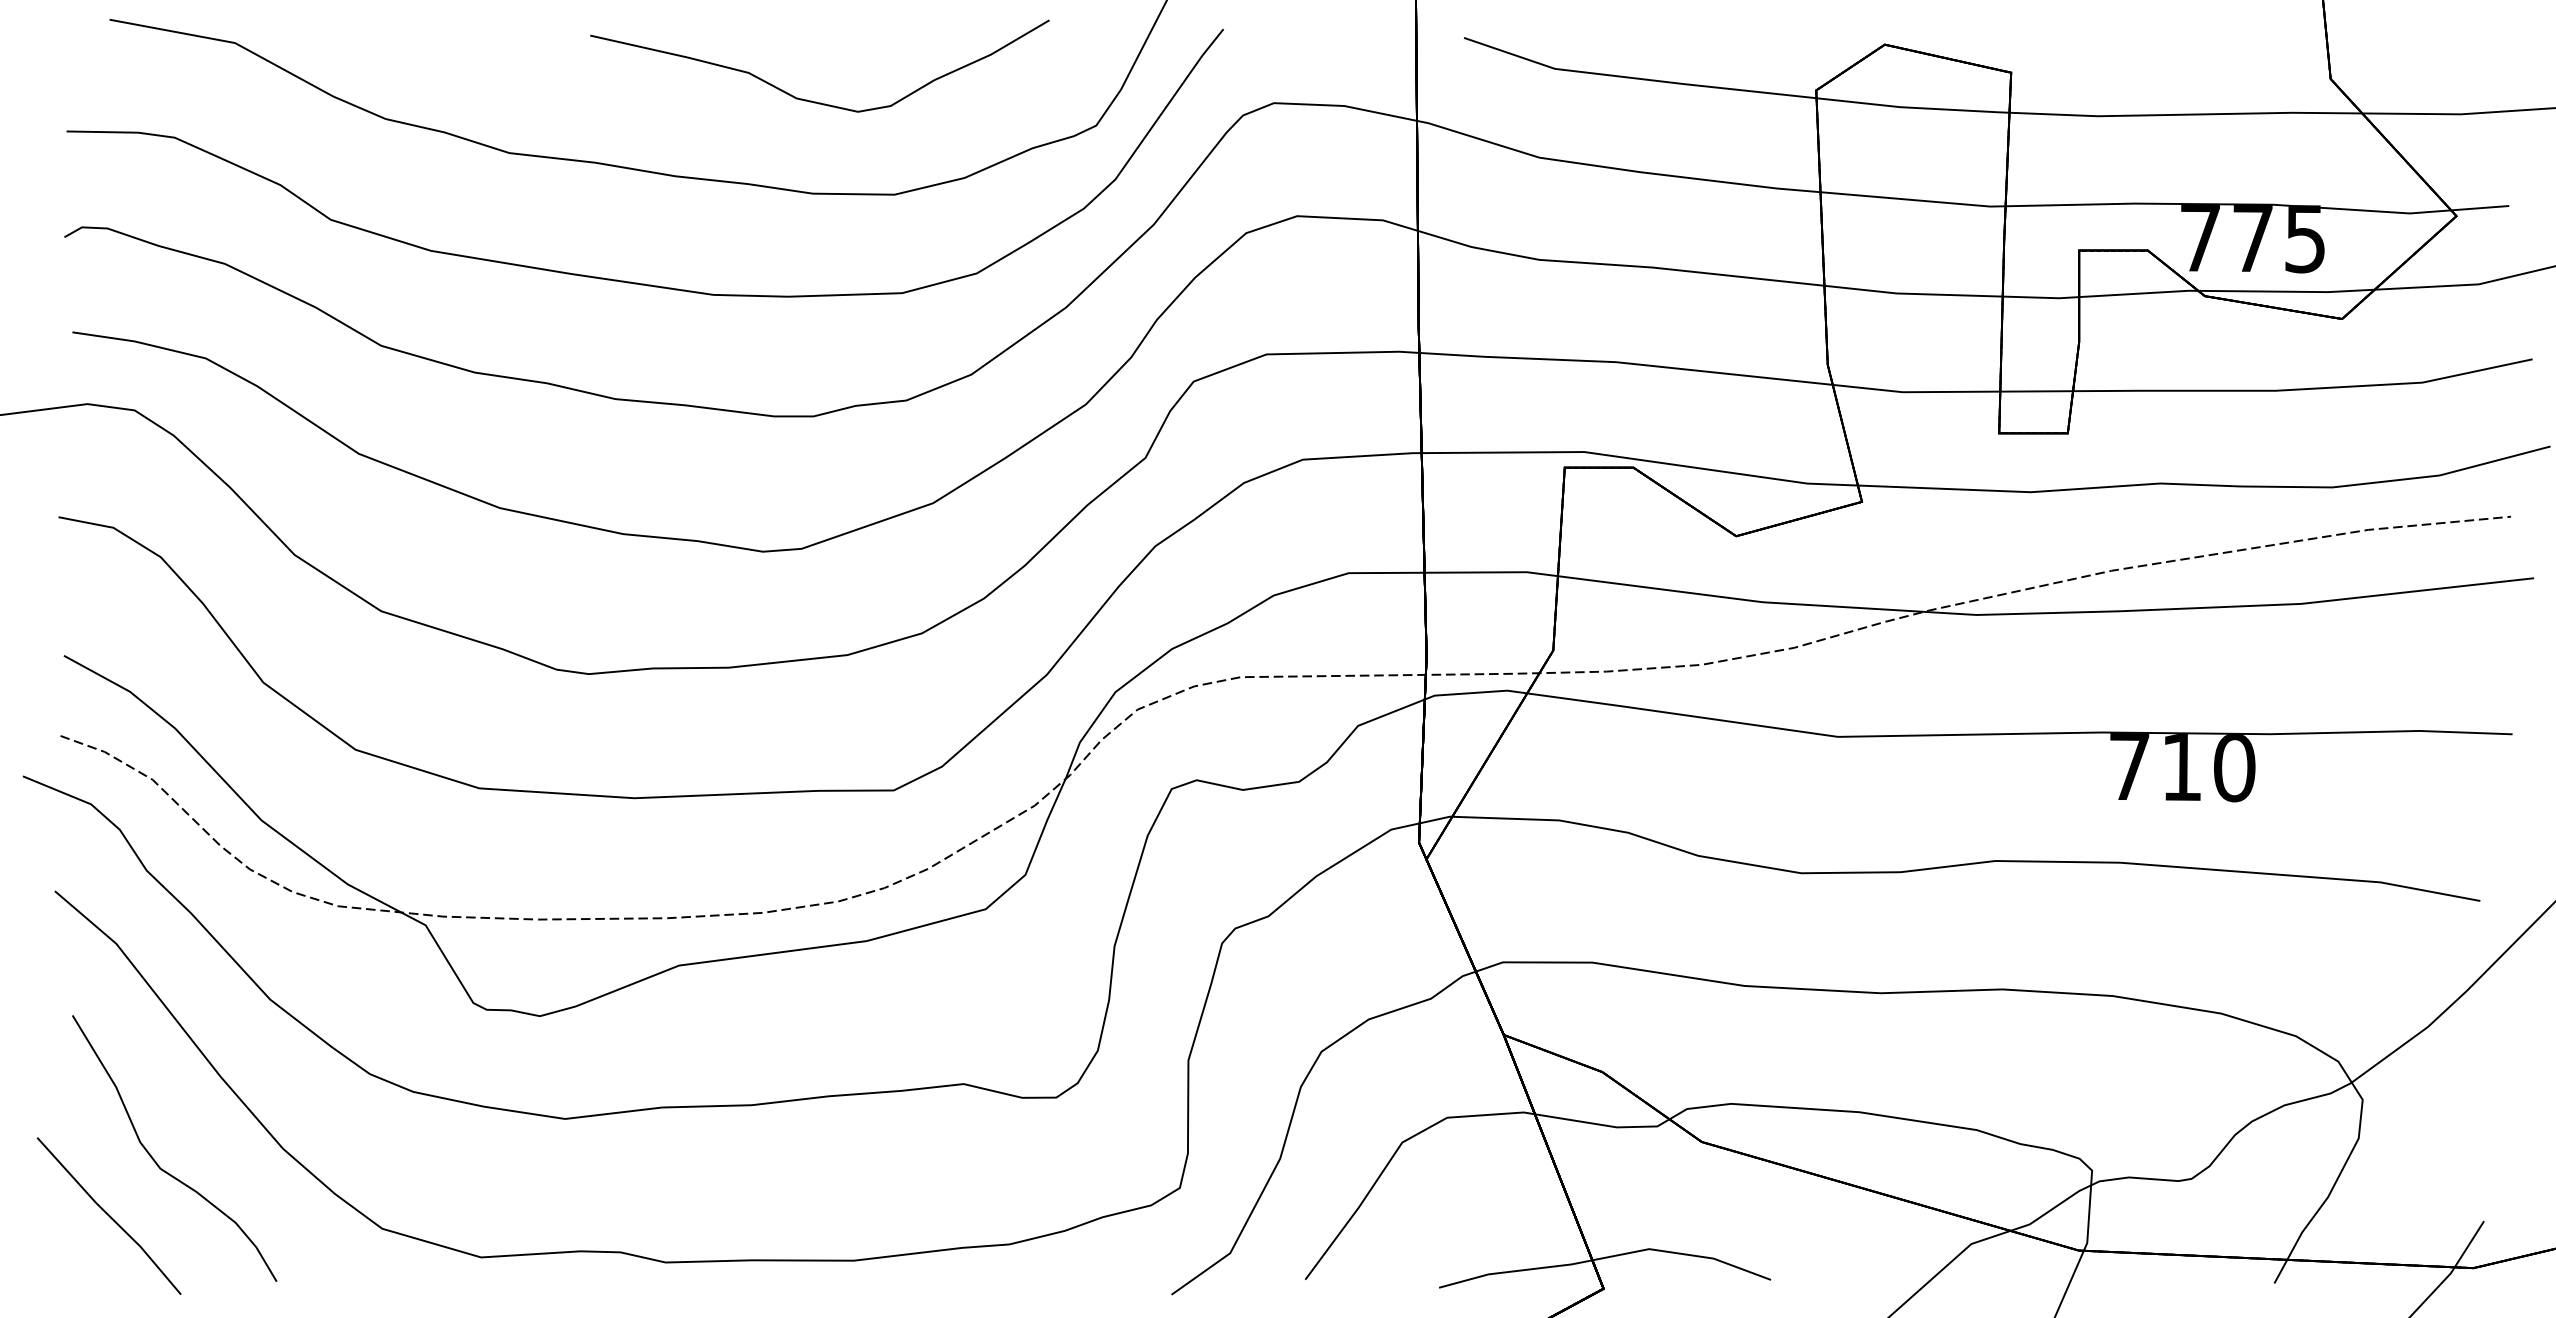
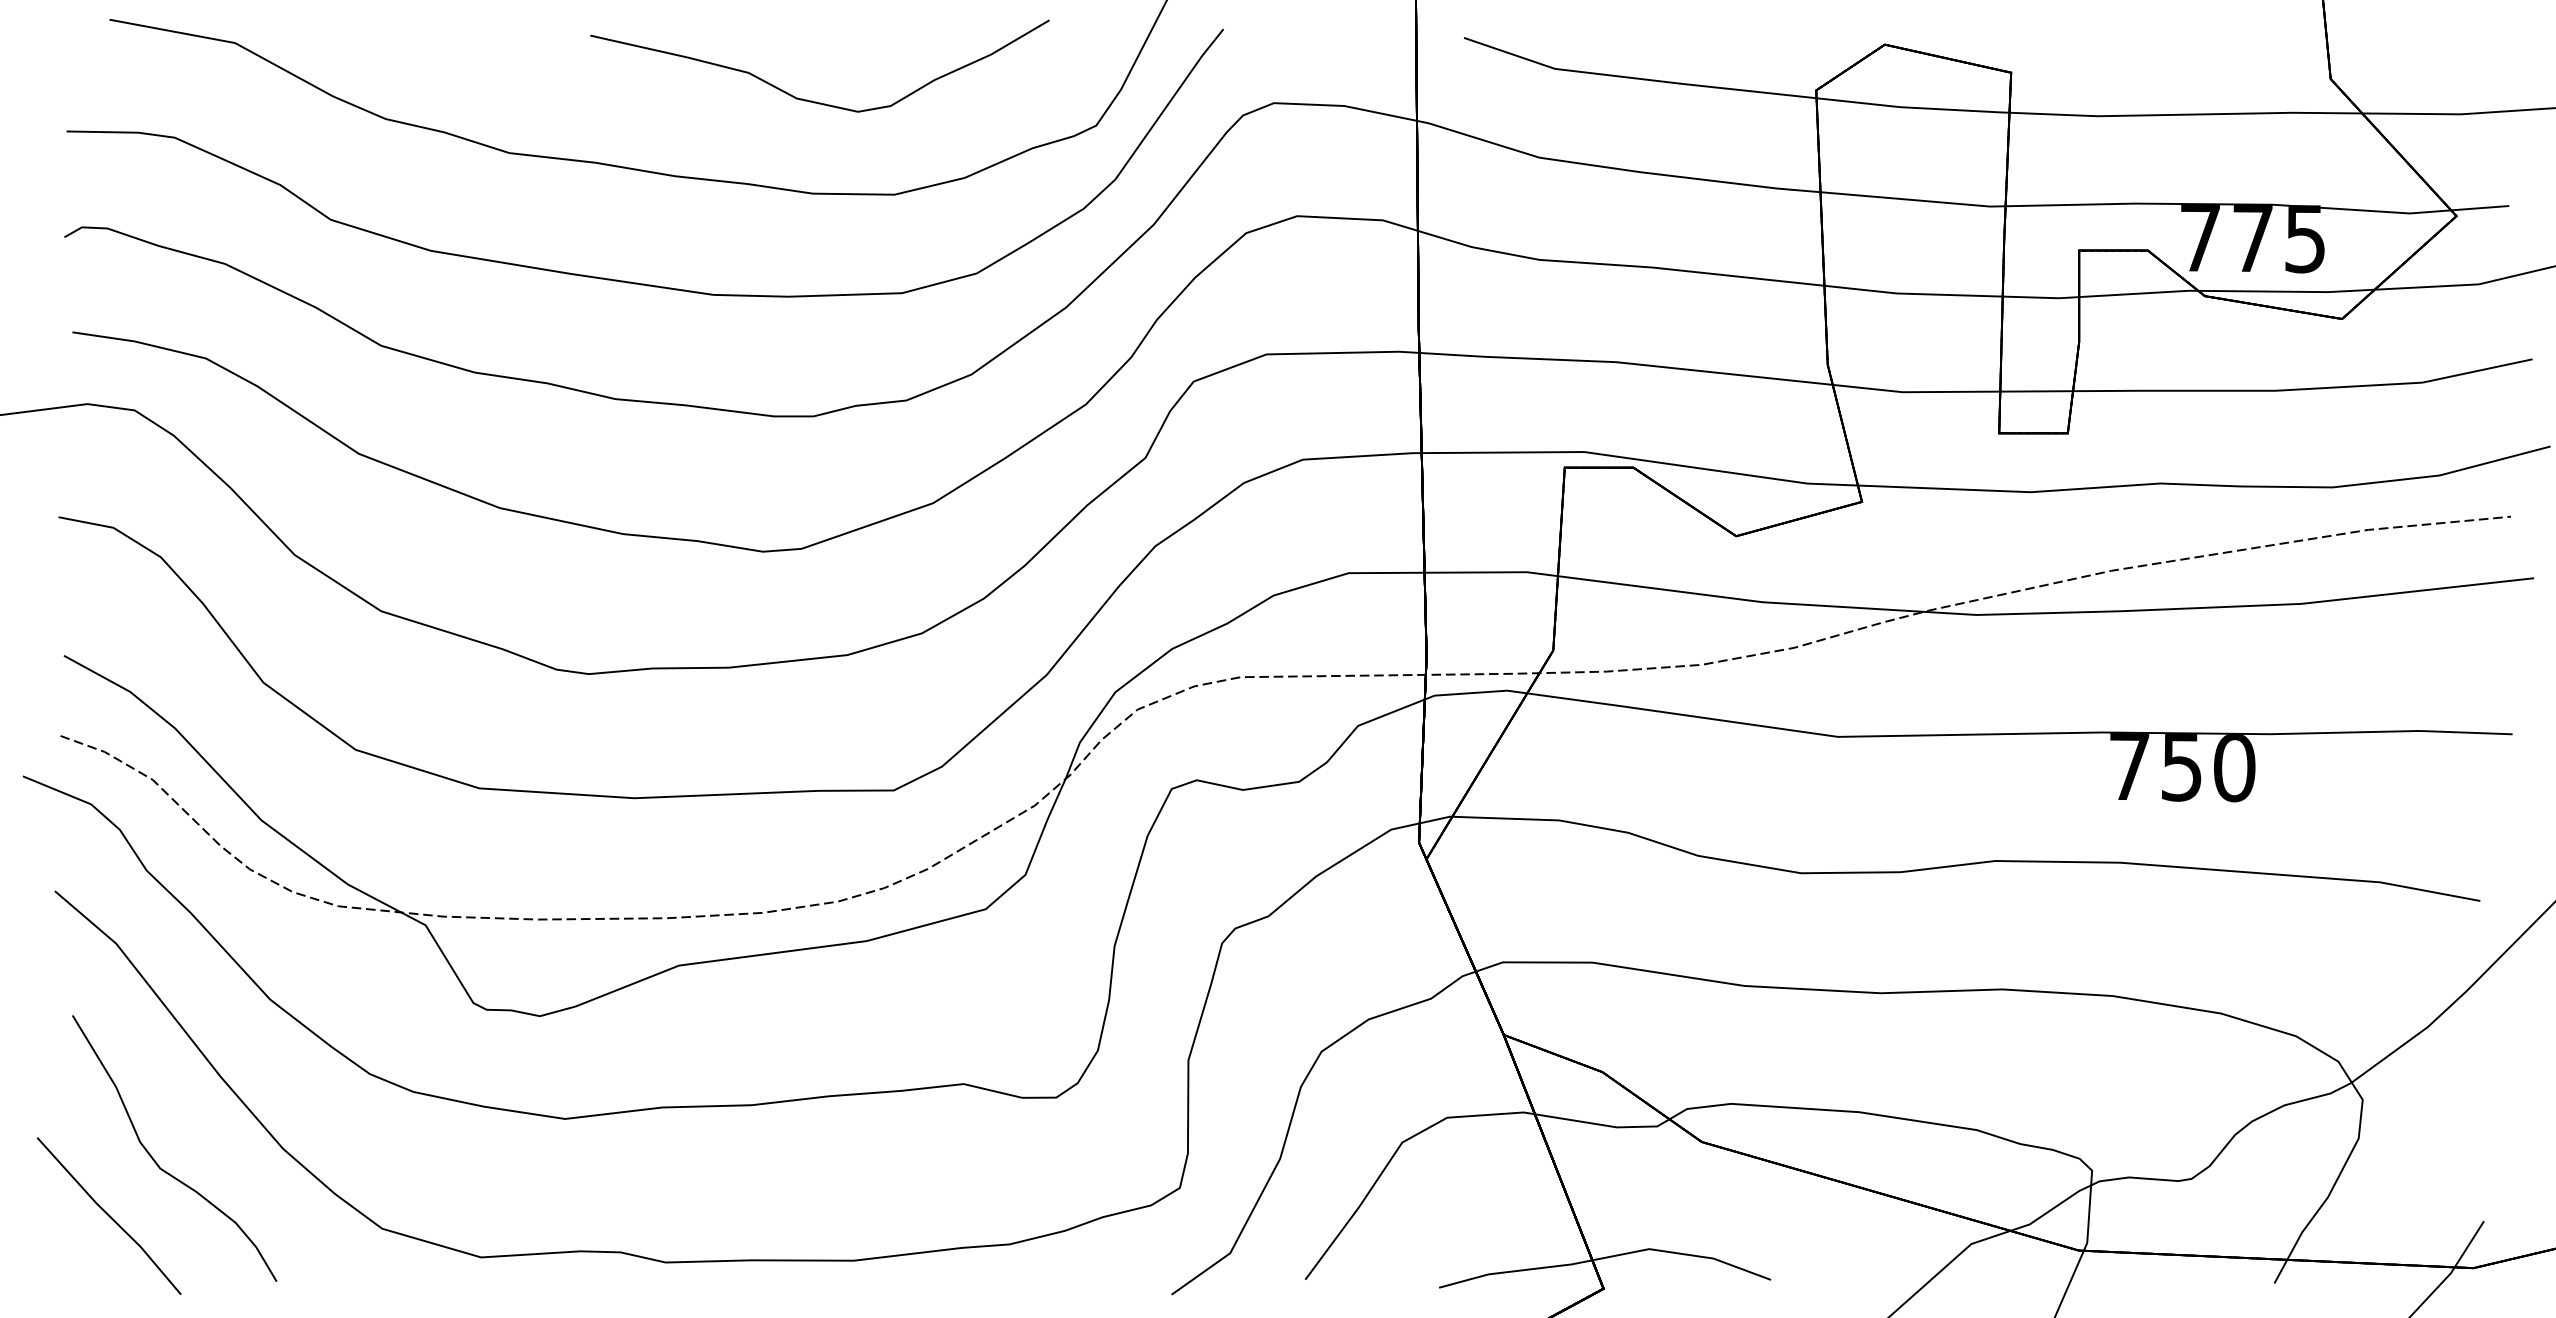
text at (2181, 767): 710 -> 750
